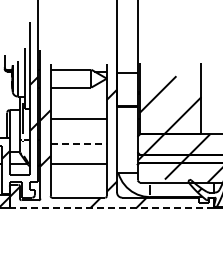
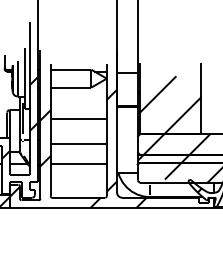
line at (79, 143): dashed -> solid
line at (111, 207): dashed -> solid
